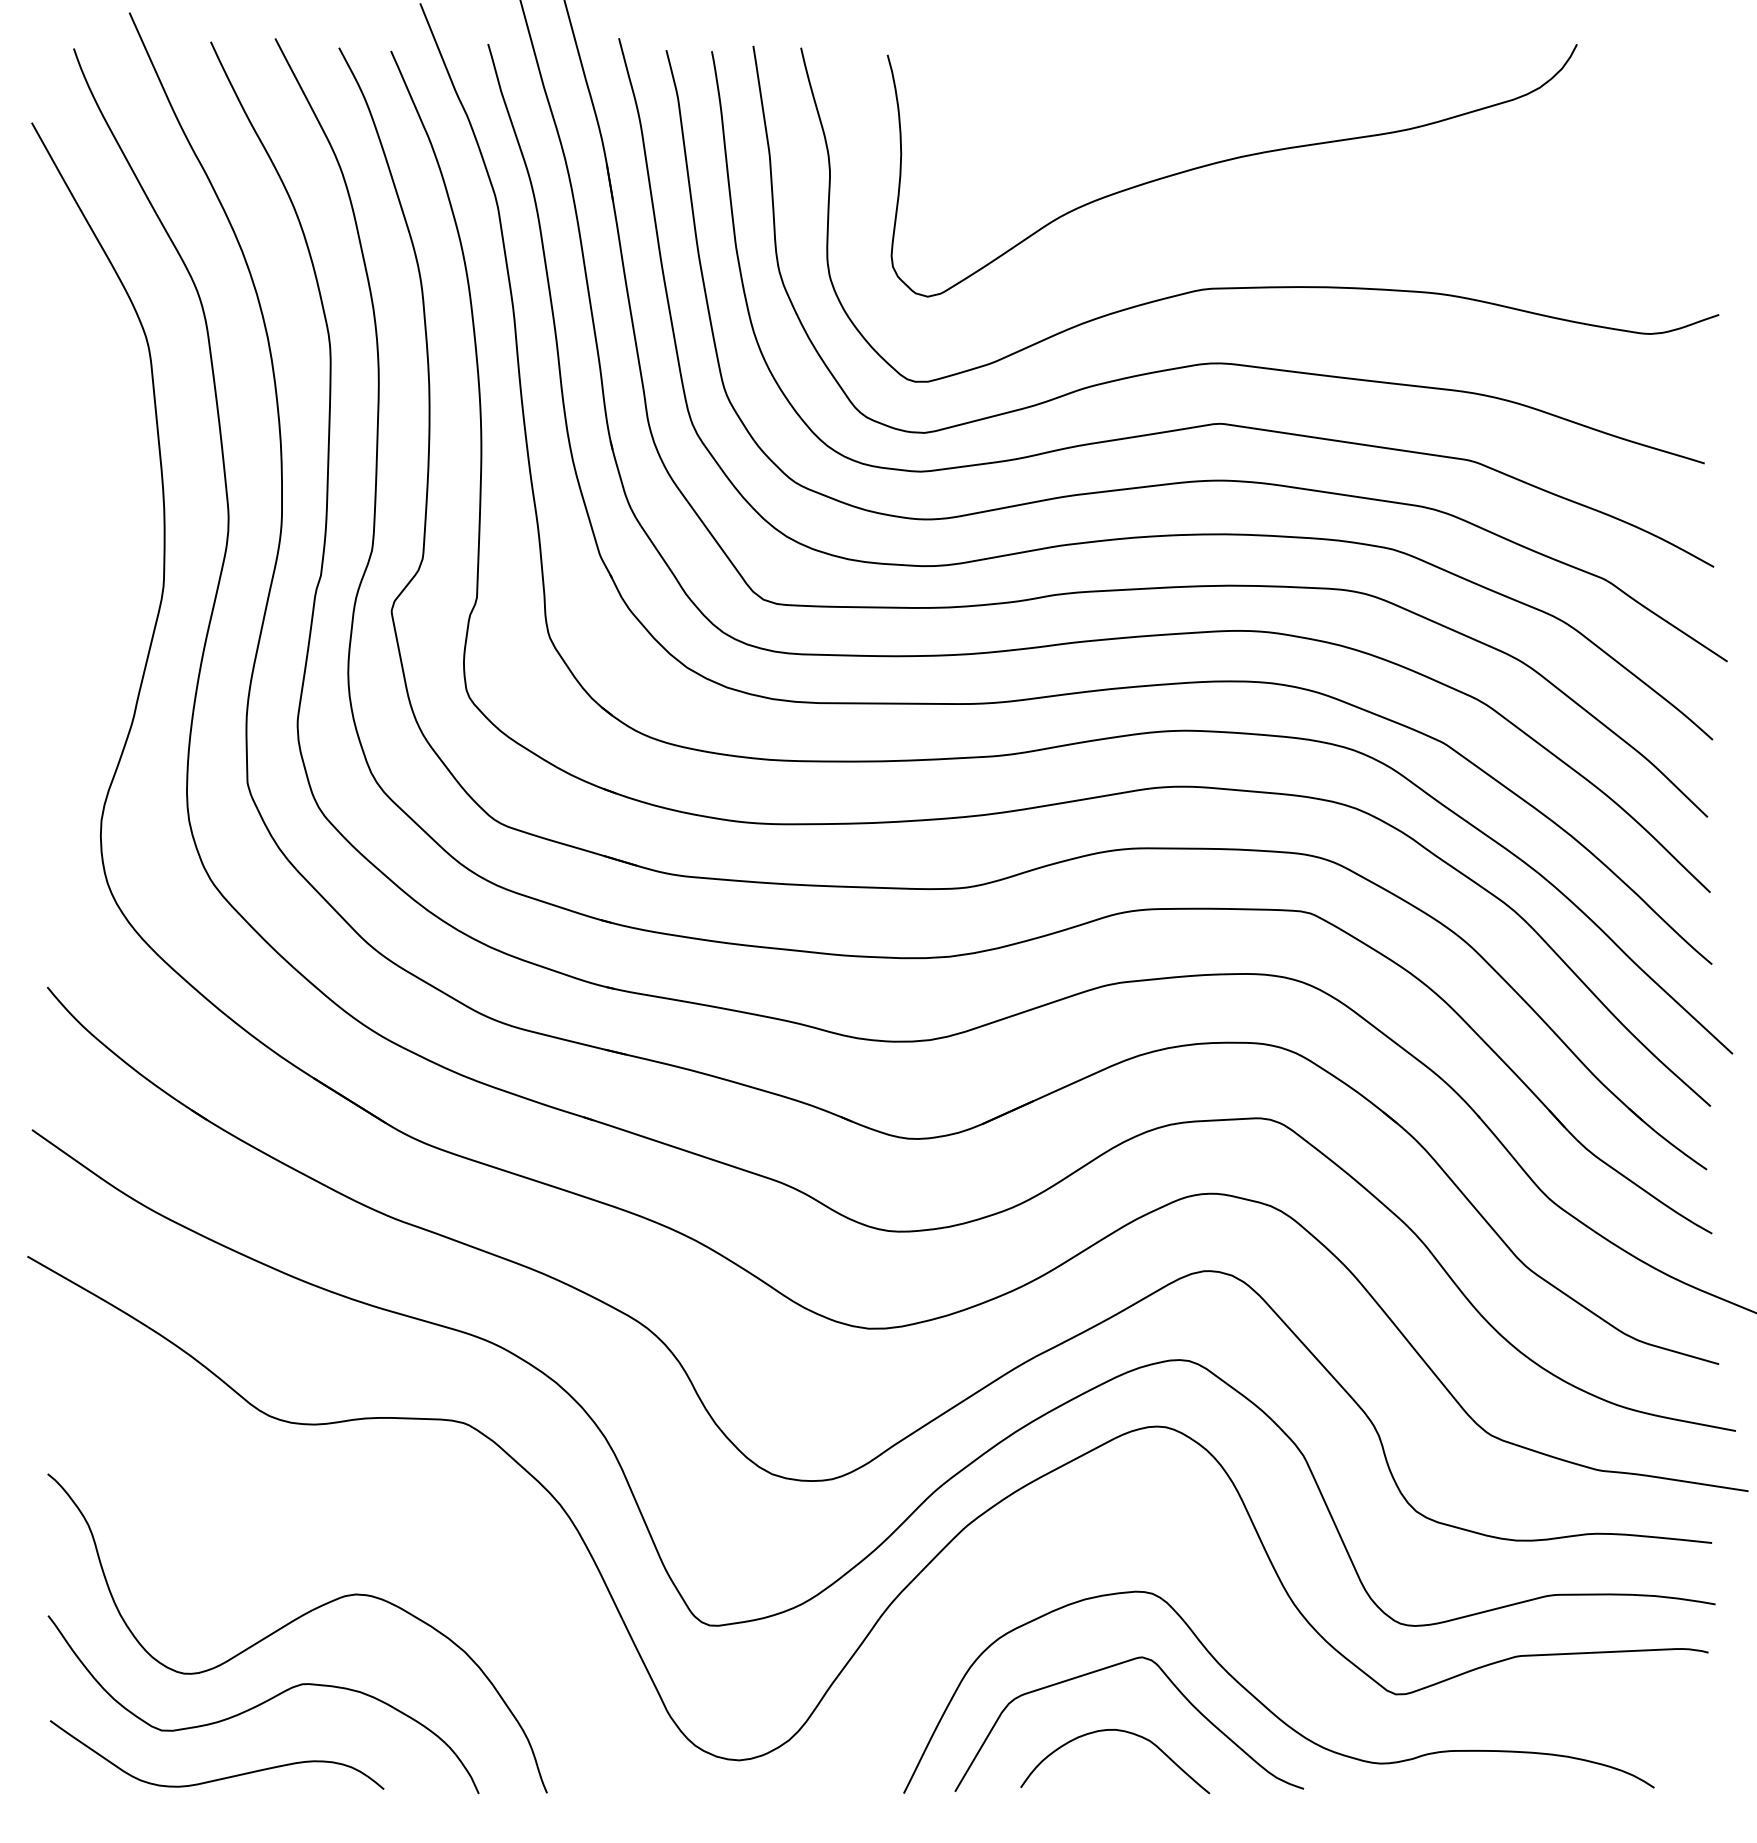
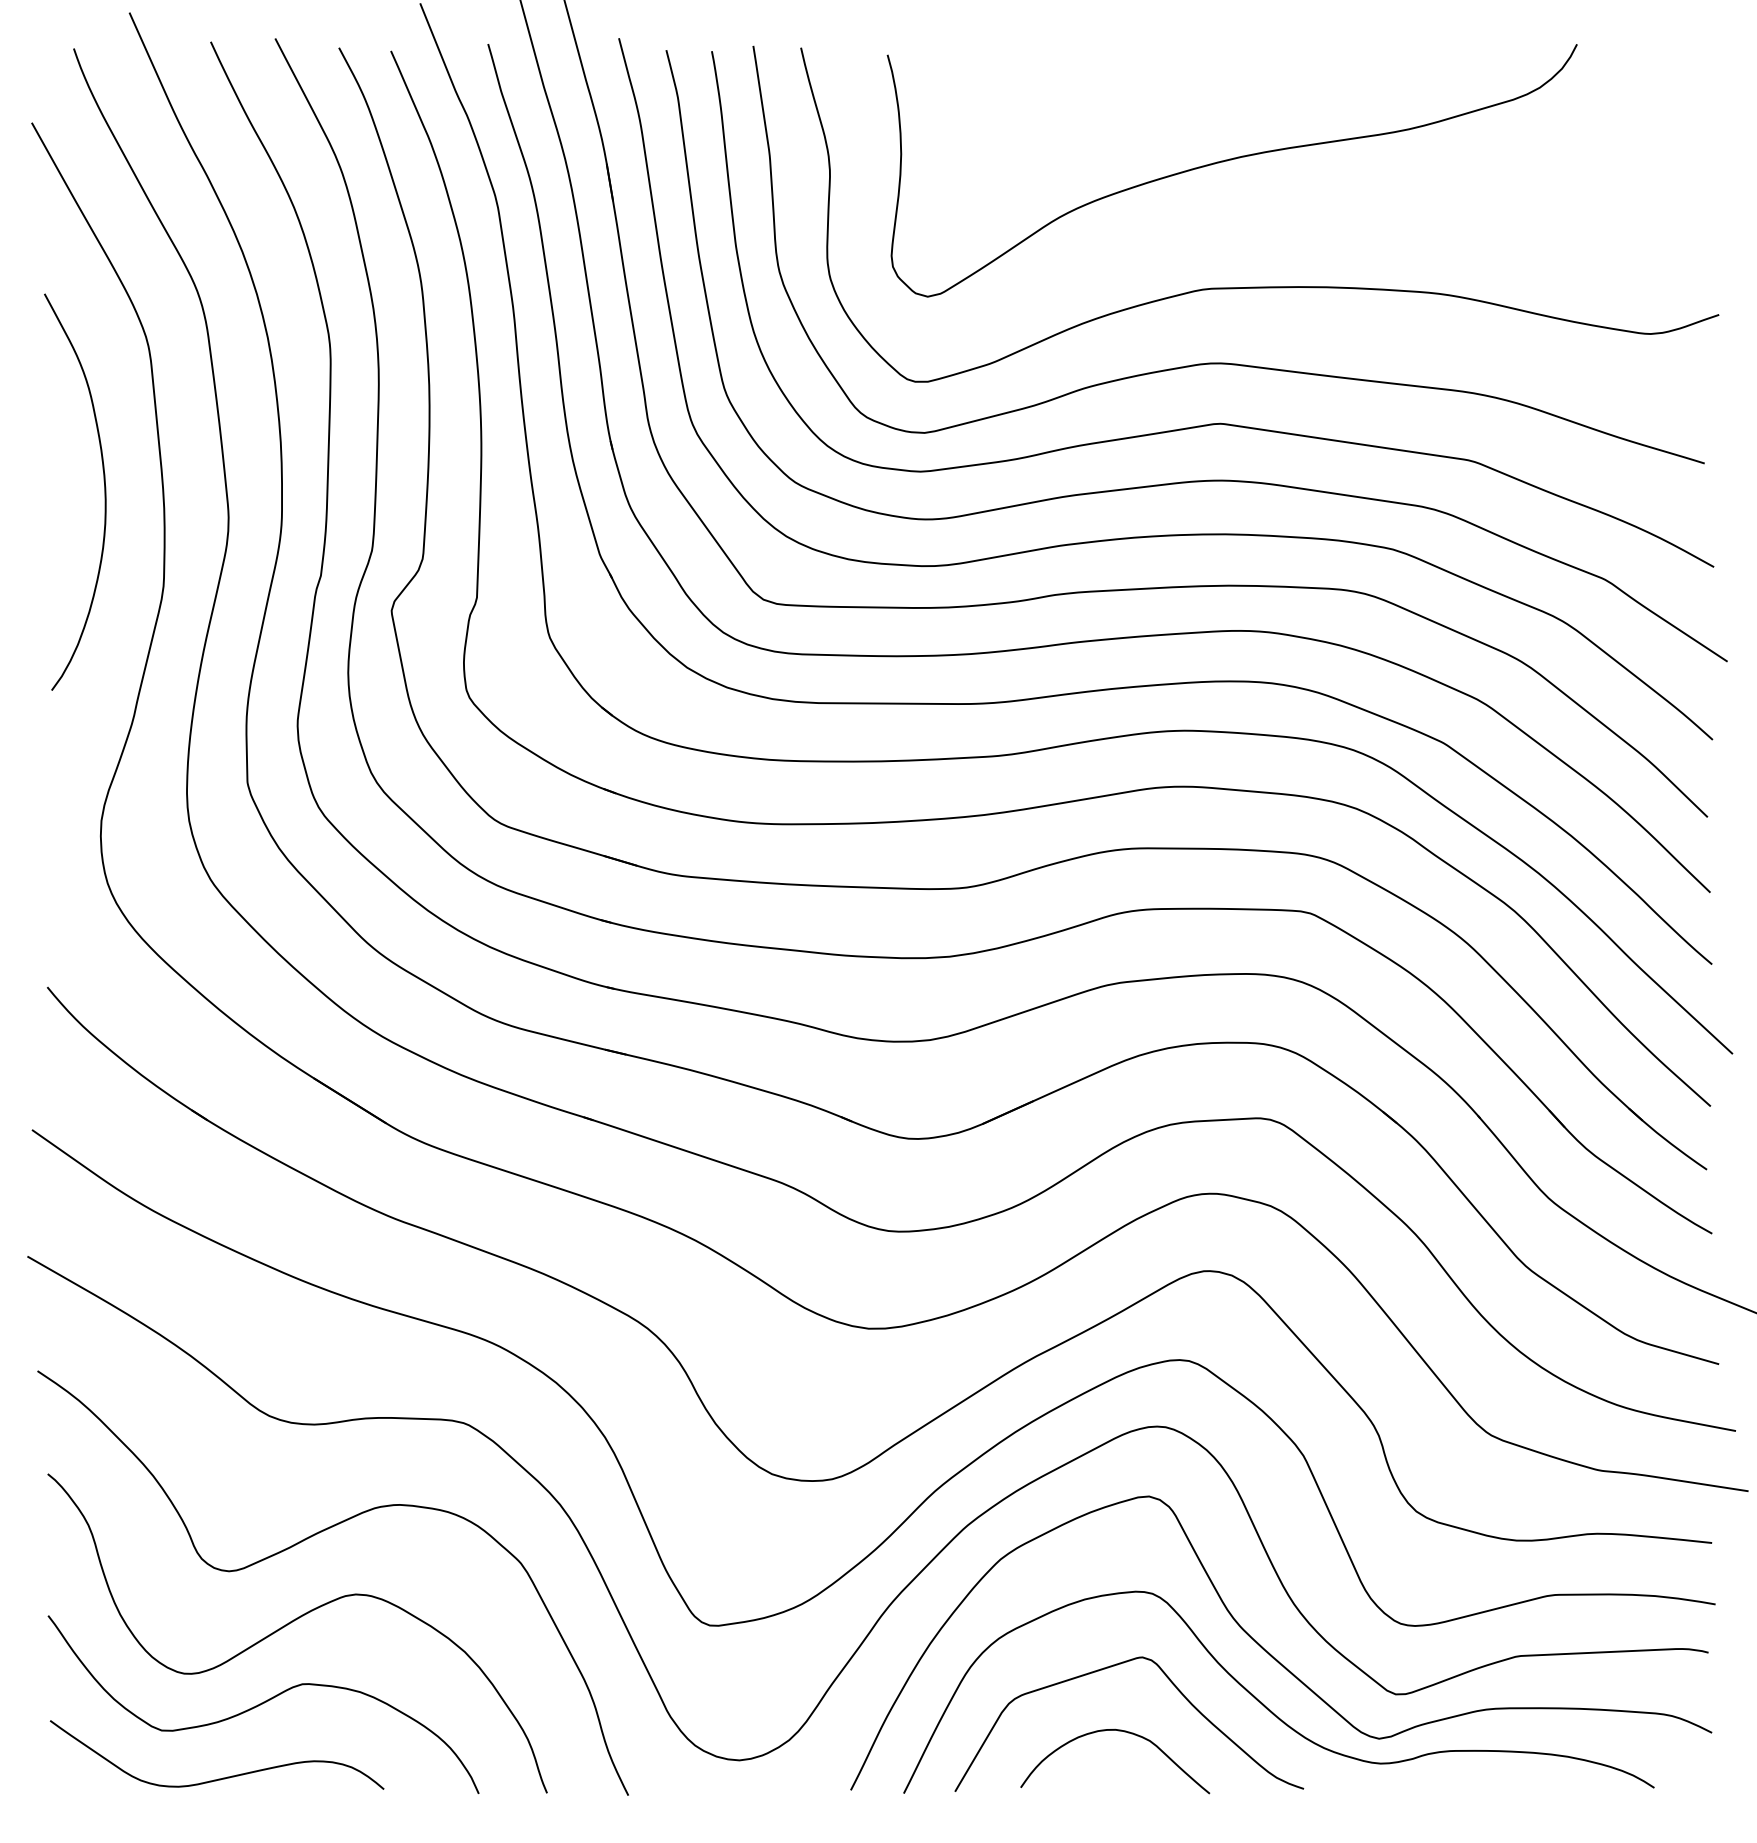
curve at (104, 491): none -> present
curve at (309, 1538): none -> present
curve at (1270, 1653): none -> present
